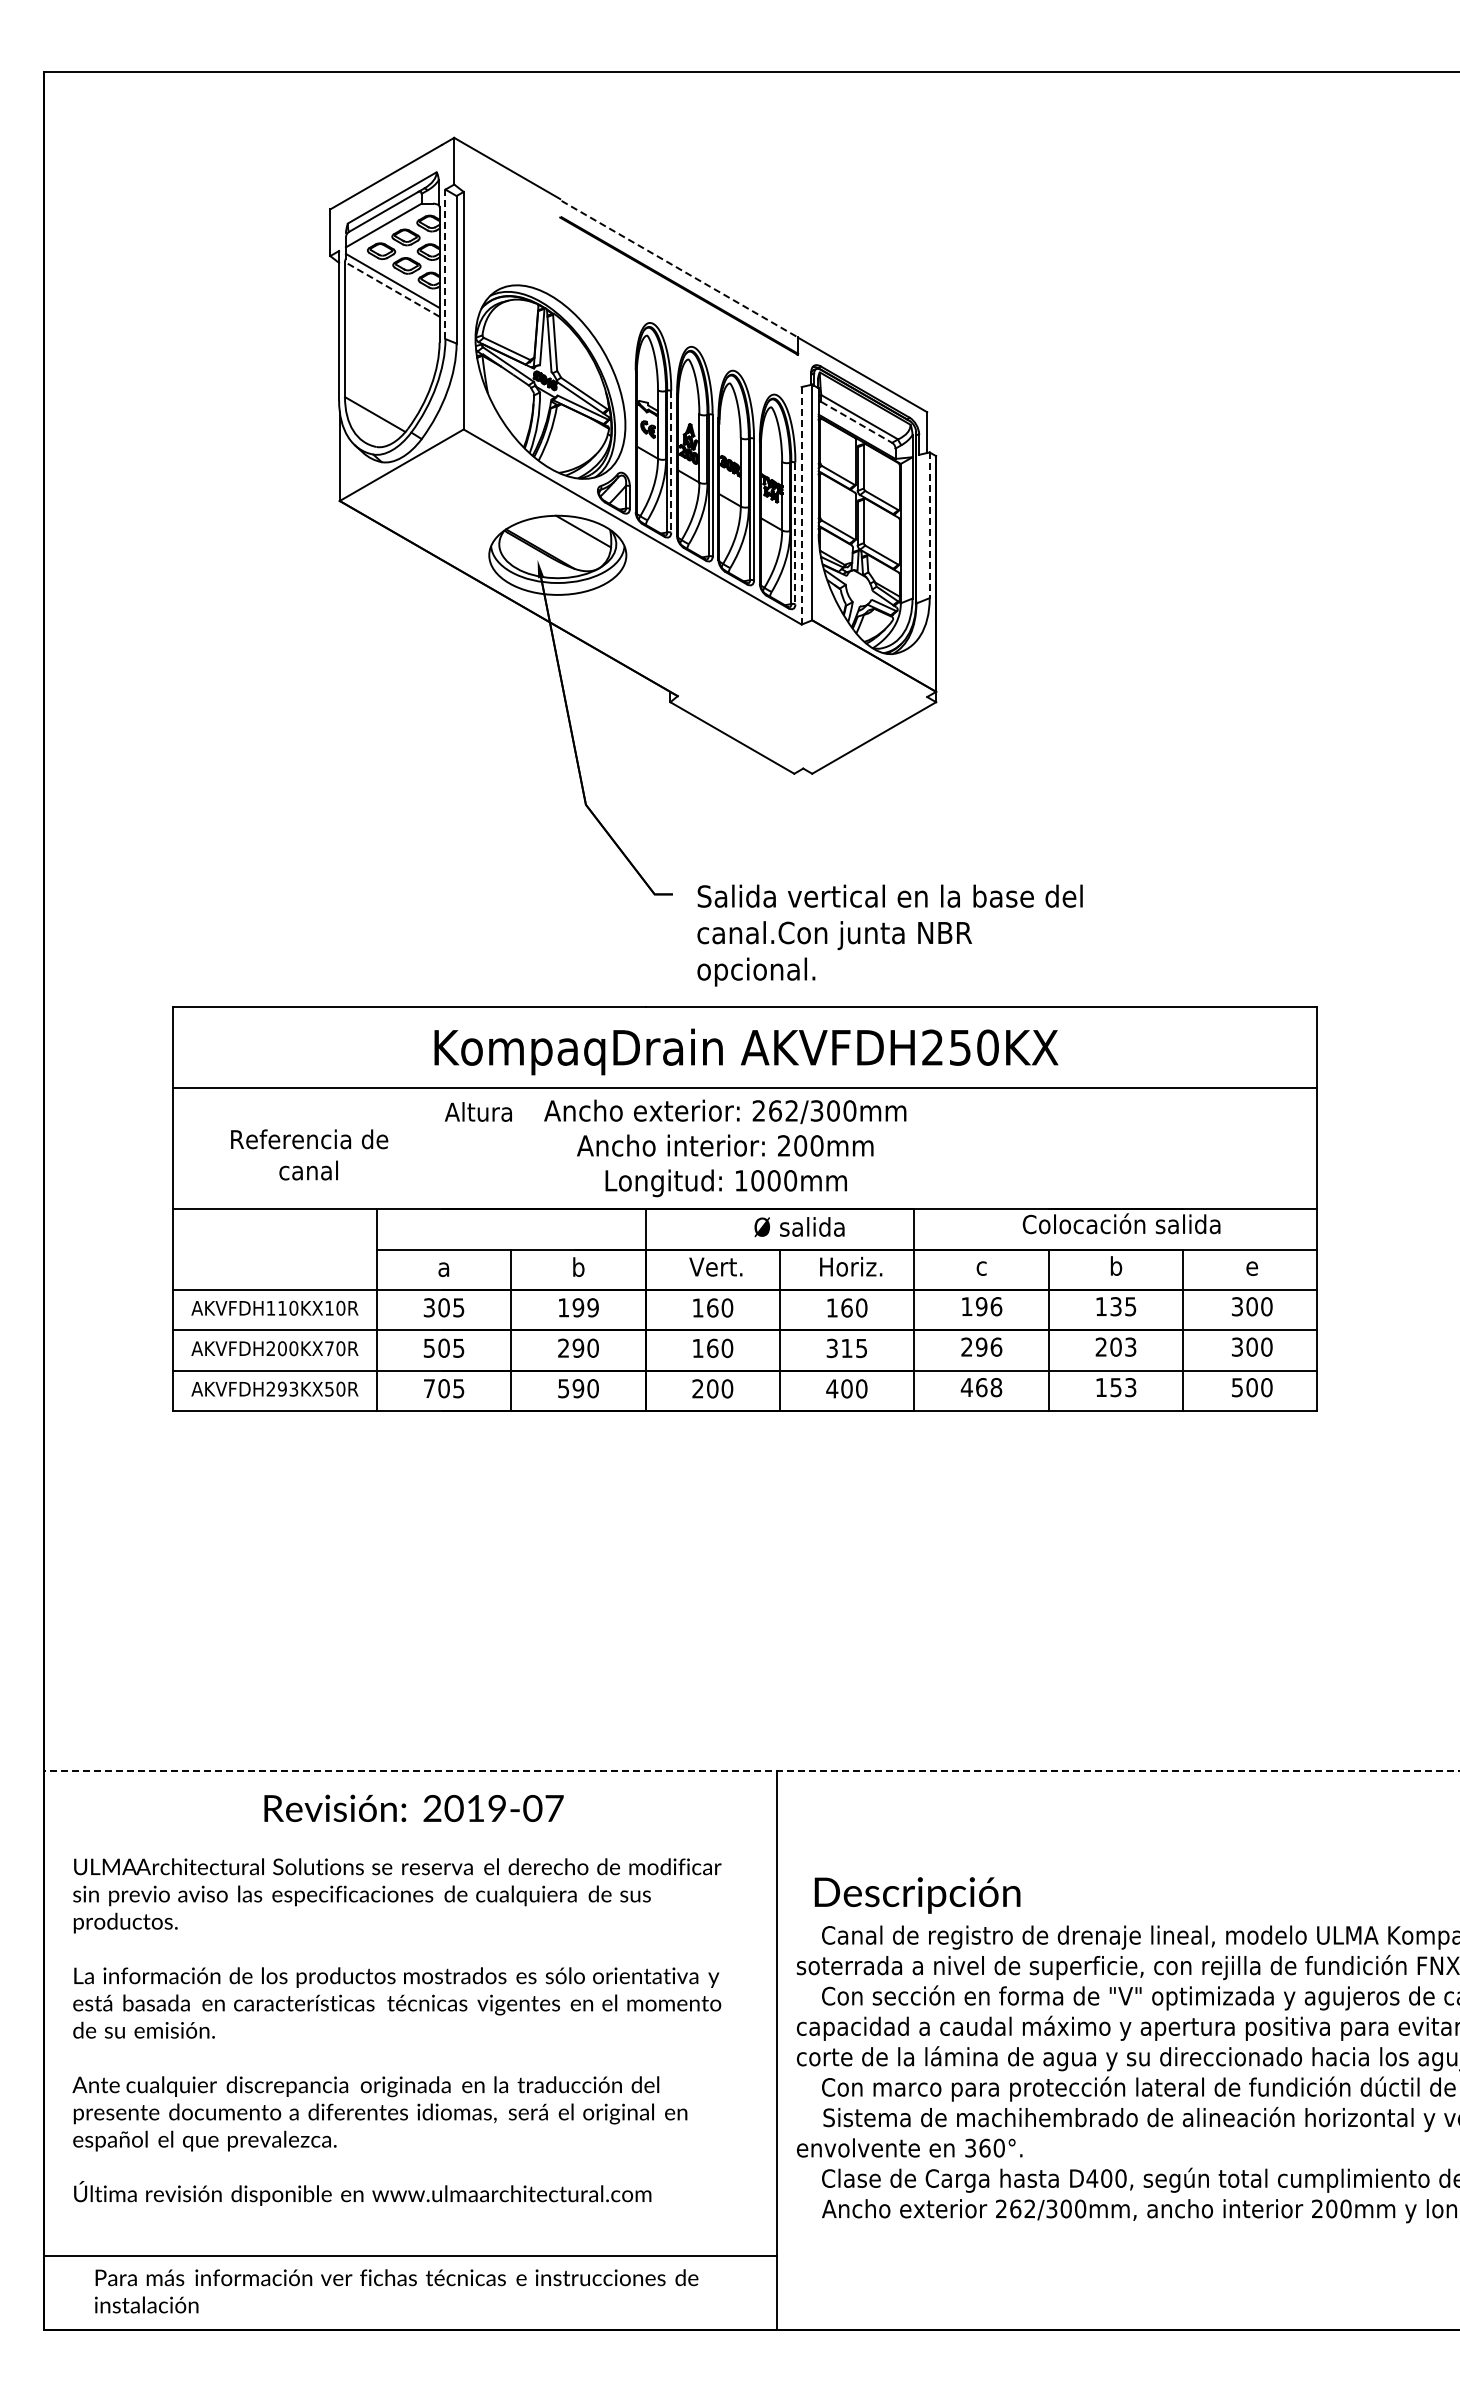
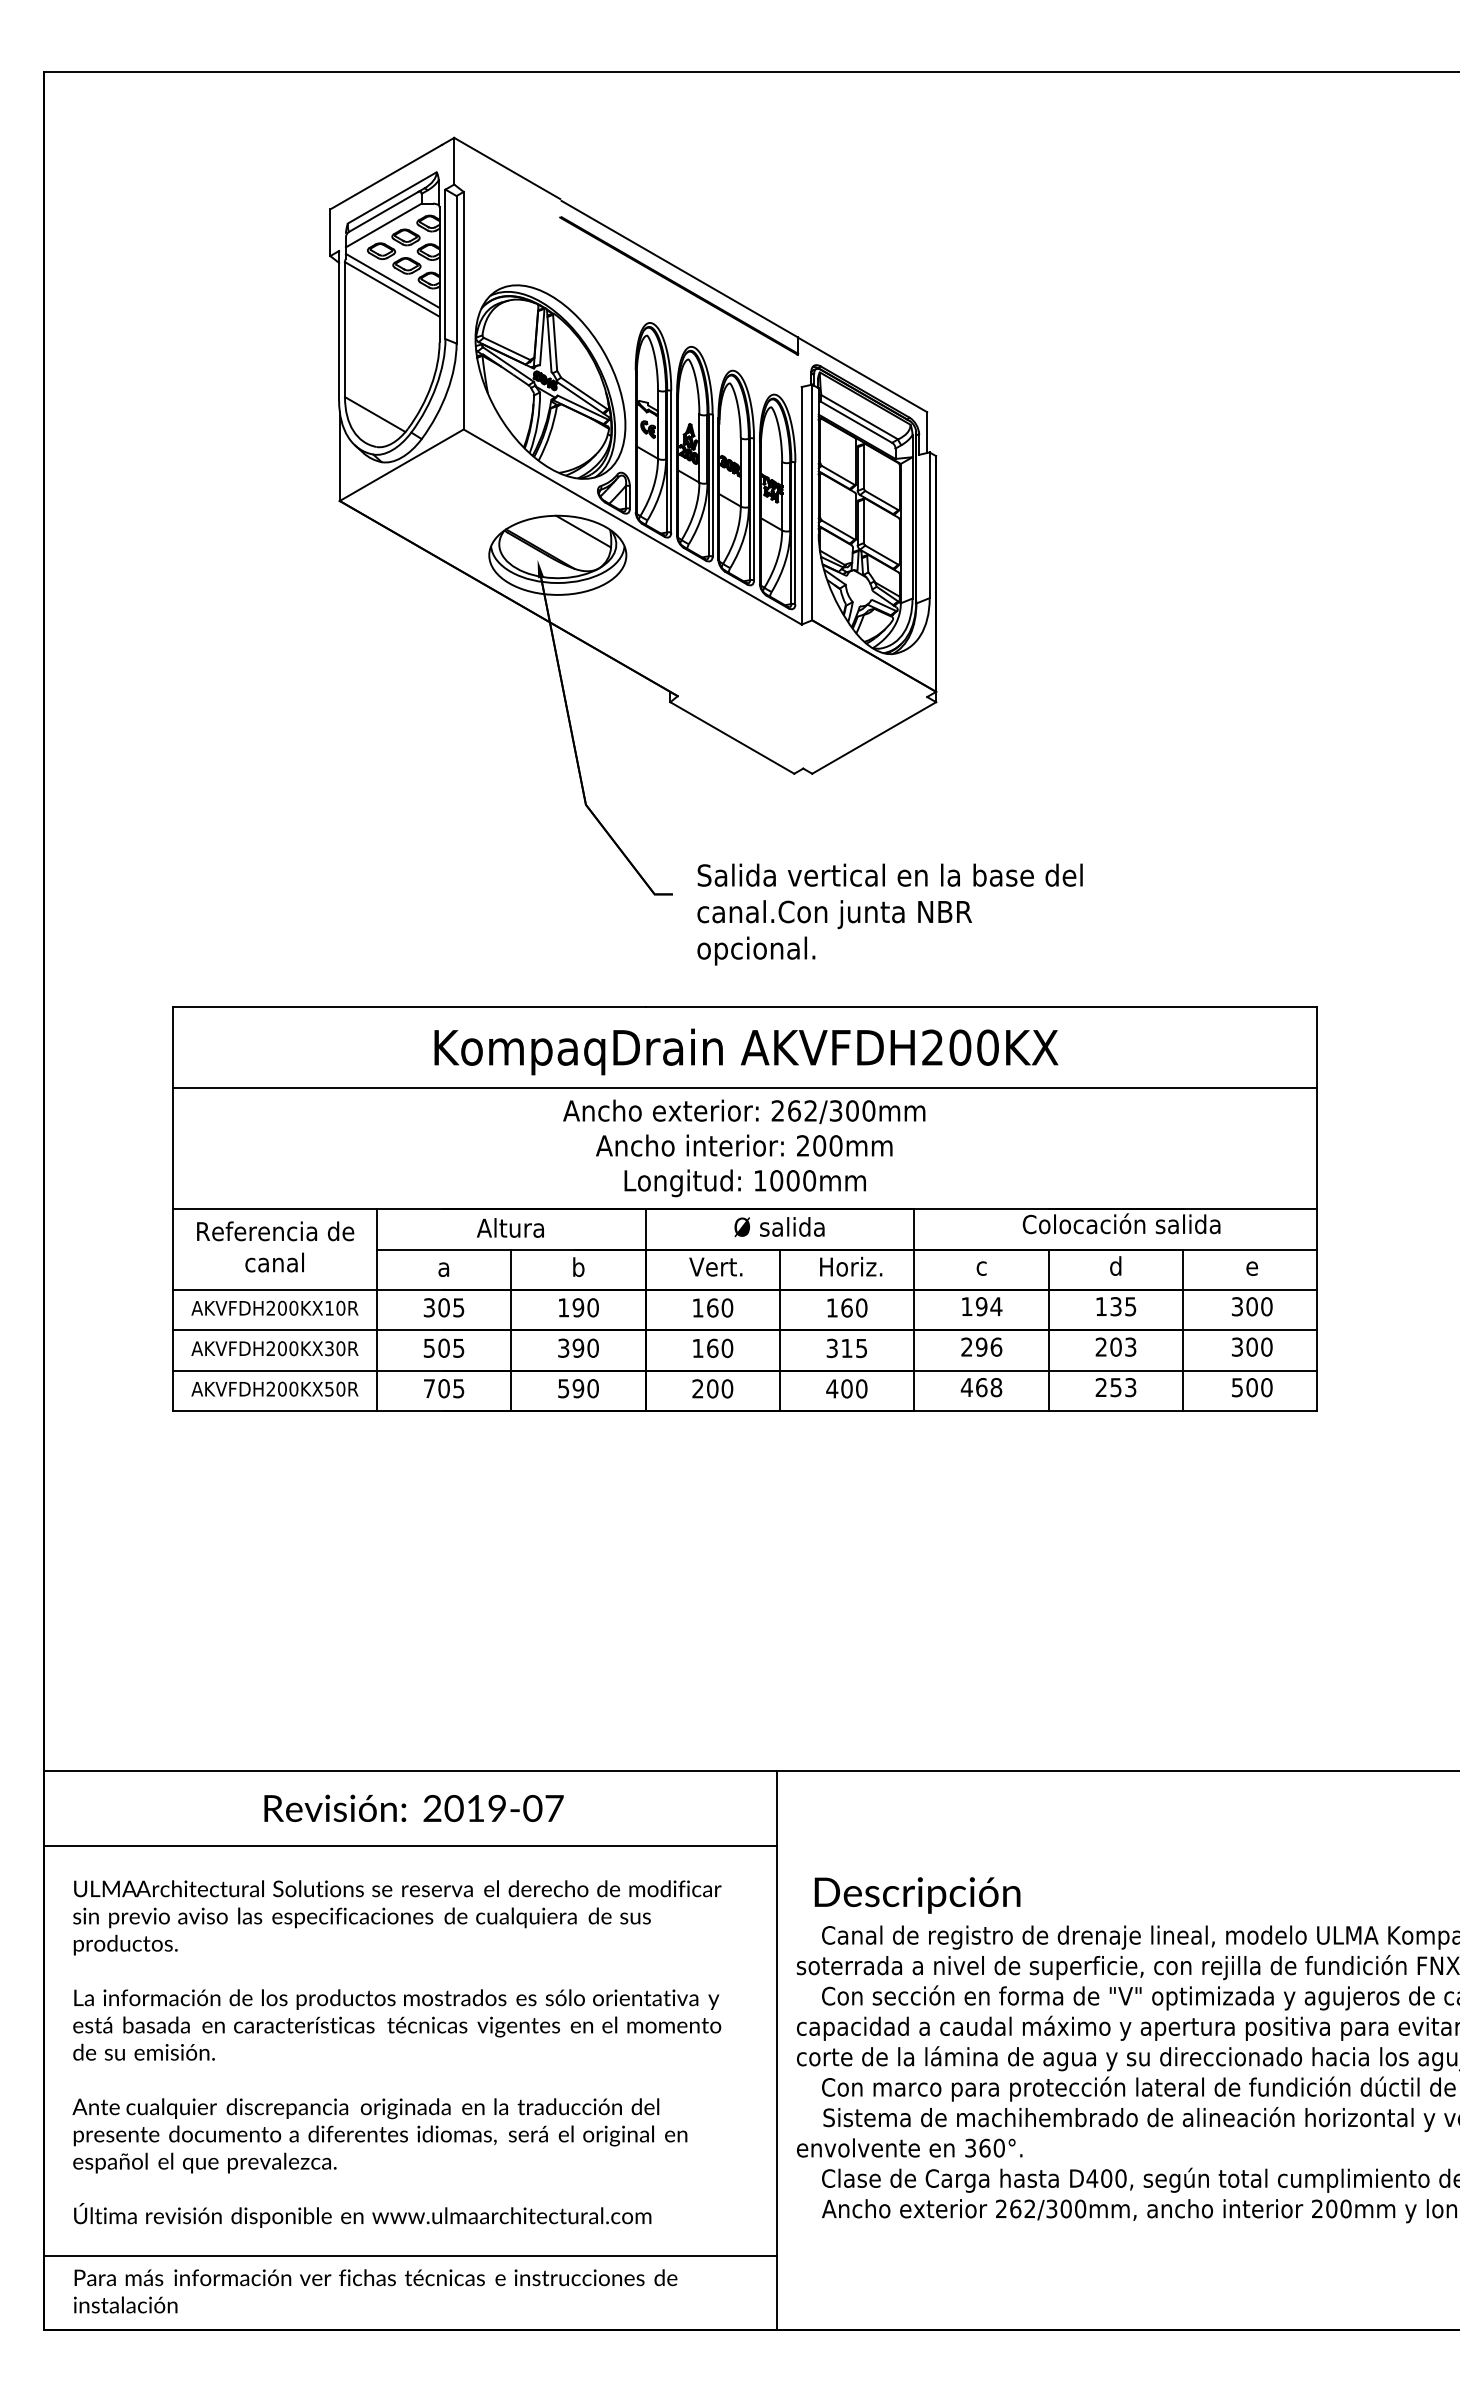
line at (445, 264): dashed -> solid
line at (679, 269): dashed -> solid
line at (392, 289): dashed -> solid
line at (856, 422): dashed -> solid
line at (671, 461): dashed -> solid
line at (801, 505): dashed -> solid
line at (929, 525): dashed -> solid
line at (795, 533): dashed -> solid
text at (889, 935) position: (889, 935) -> (889, 914)
text at (960, 1047): AKVFDH250KX -> AKVFDH200KX
text at (477, 1111) position: (477, 1111) -> (509, 1227)
text at (725, 1148) position: (725, 1148) -> (744, 1148)
text at (309, 1154) position: (309, 1154) -> (275, 1246)
text at (799, 1227) position: (799, 1227) -> (779, 1227)
text at (1116, 1265): b -> d
text at (996, 1306): 196 -> 194
text at (276, 1307): AKVFDH110KX10R -> AKVFDH200KX10R
text at (592, 1307): 199 -> 190
text at (329, 1348): AKVFDH200KX70R -> AKVFDH200KX30R
text at (563, 1348): 290 -> 390
text at (1100, 1387): 153 -> 253
text at (288, 1388): AKVFDH293KX50R -> AKVFDH200KX50R
line at (751, 1771): dashed -> solid
line at (409, 1845): none -> present
text at (396, 2031) position: (396, 2031) -> (396, 2053)
text at (396, 2291) position: (396, 2291) -> (375, 2291)
